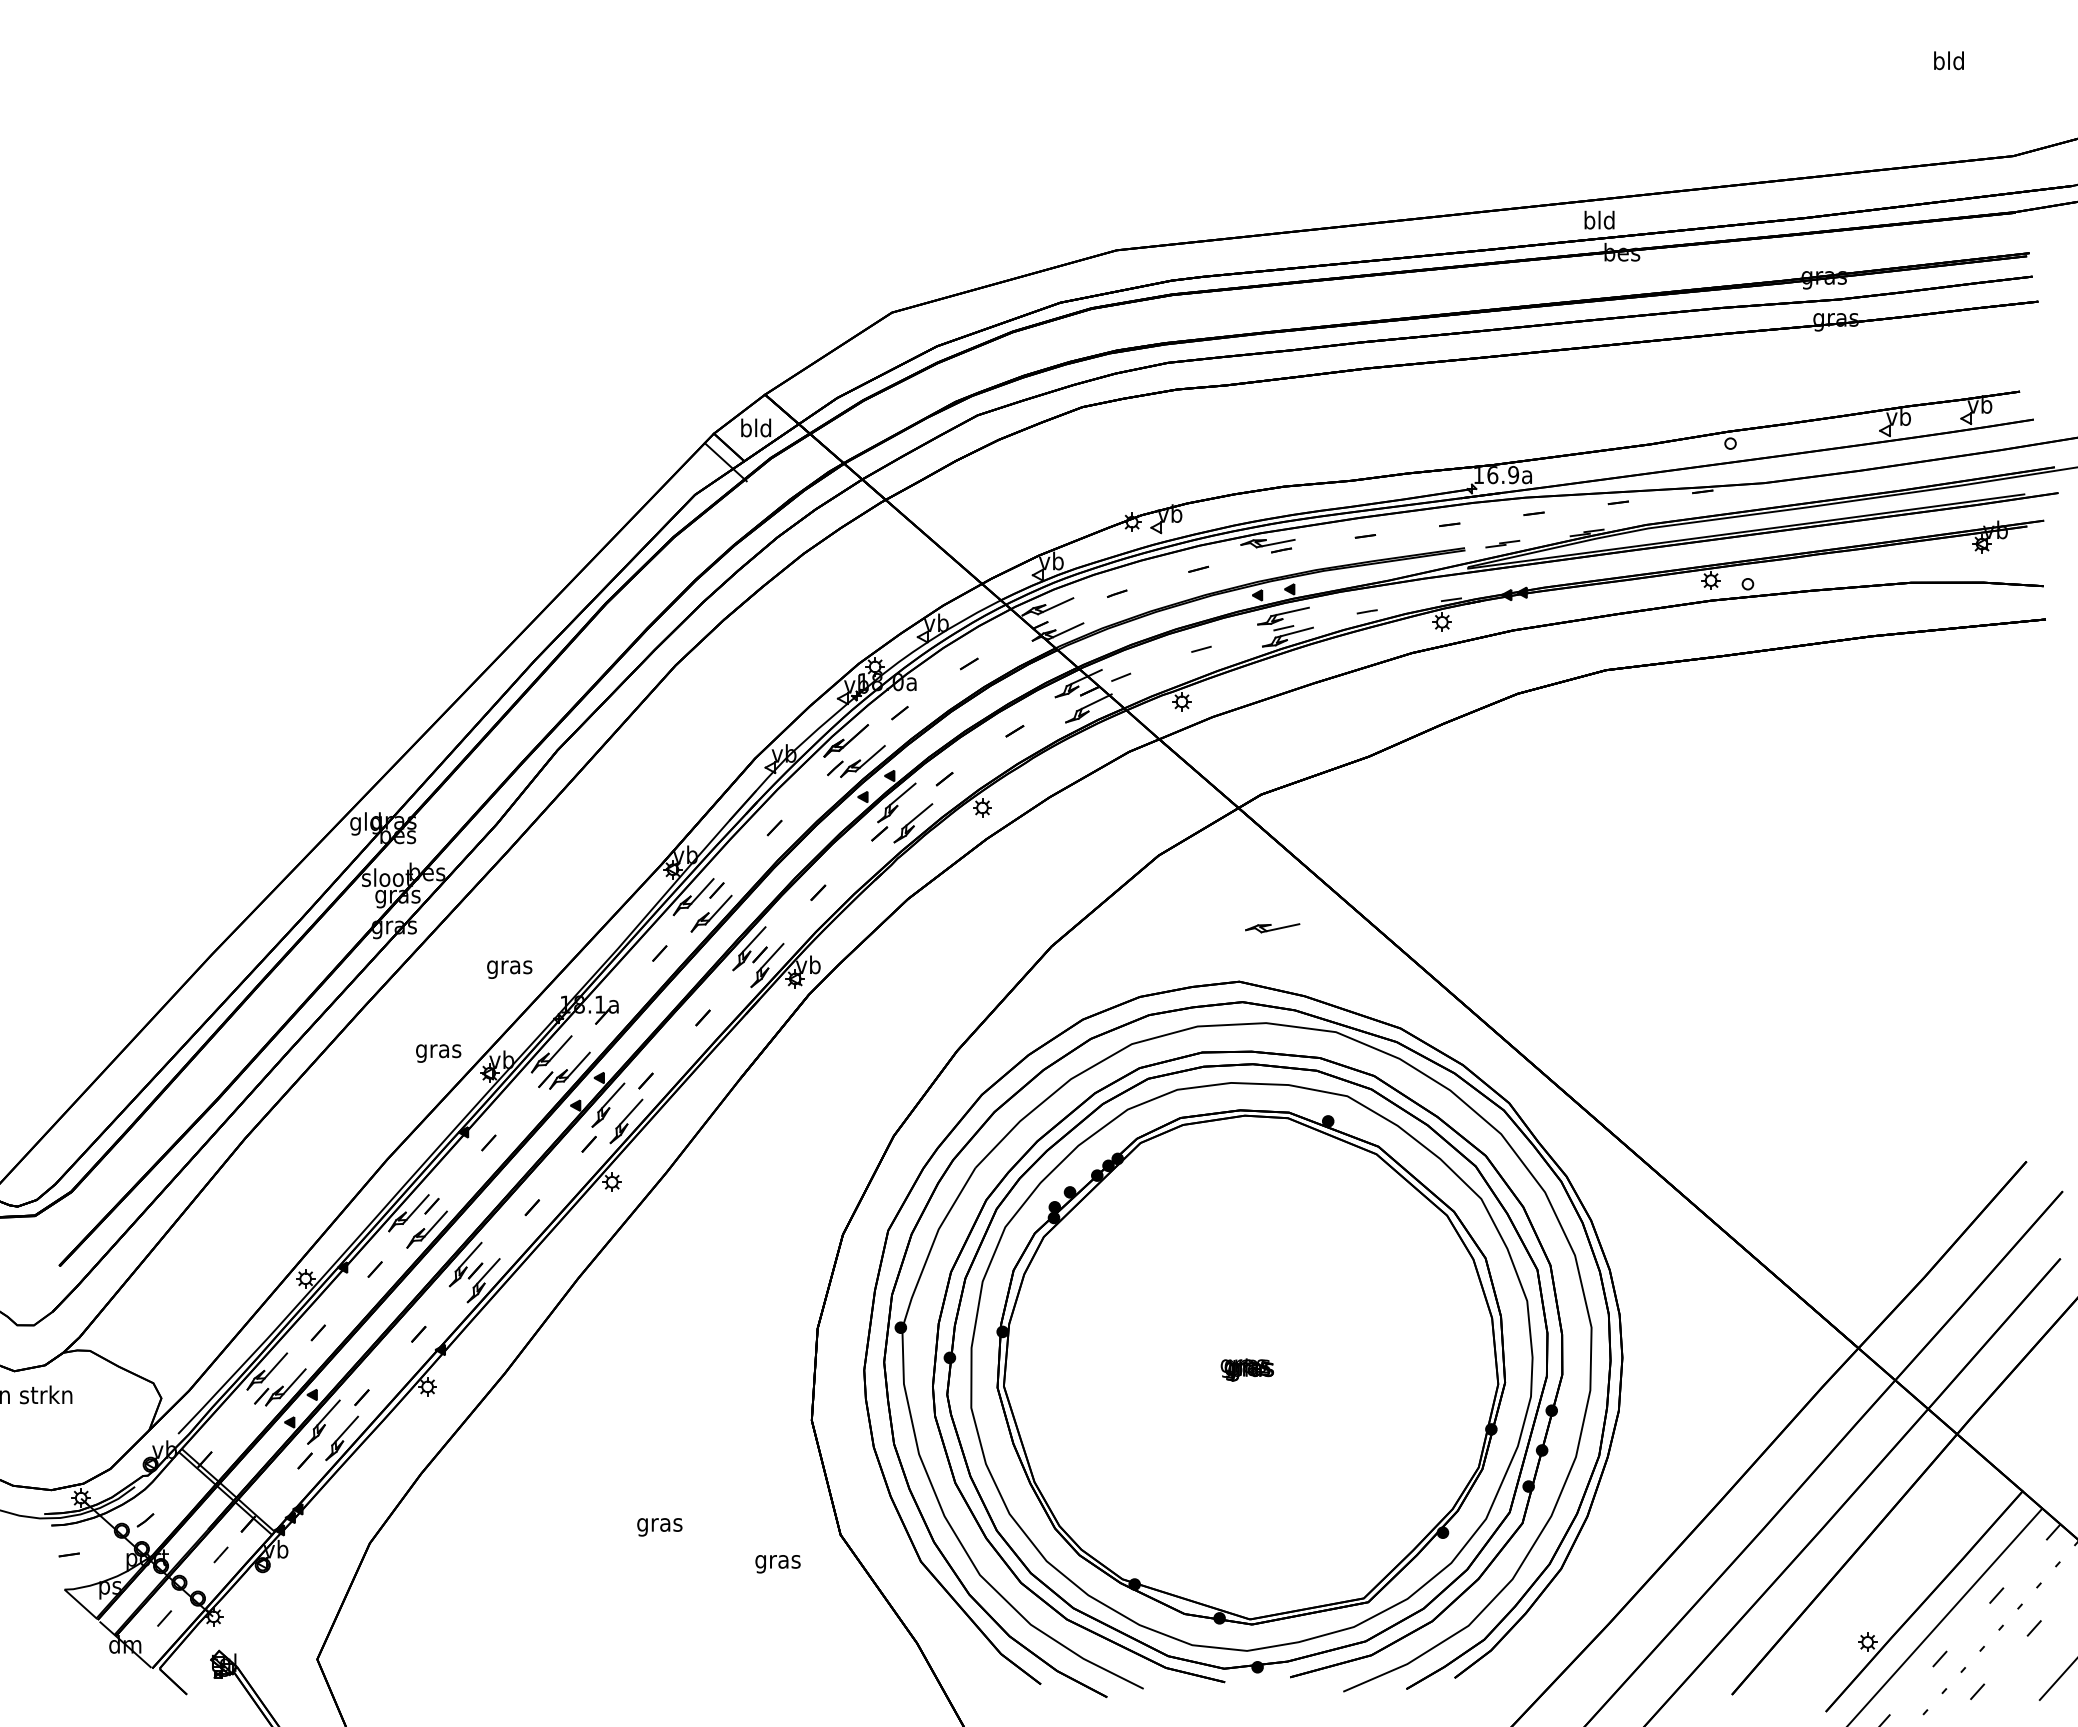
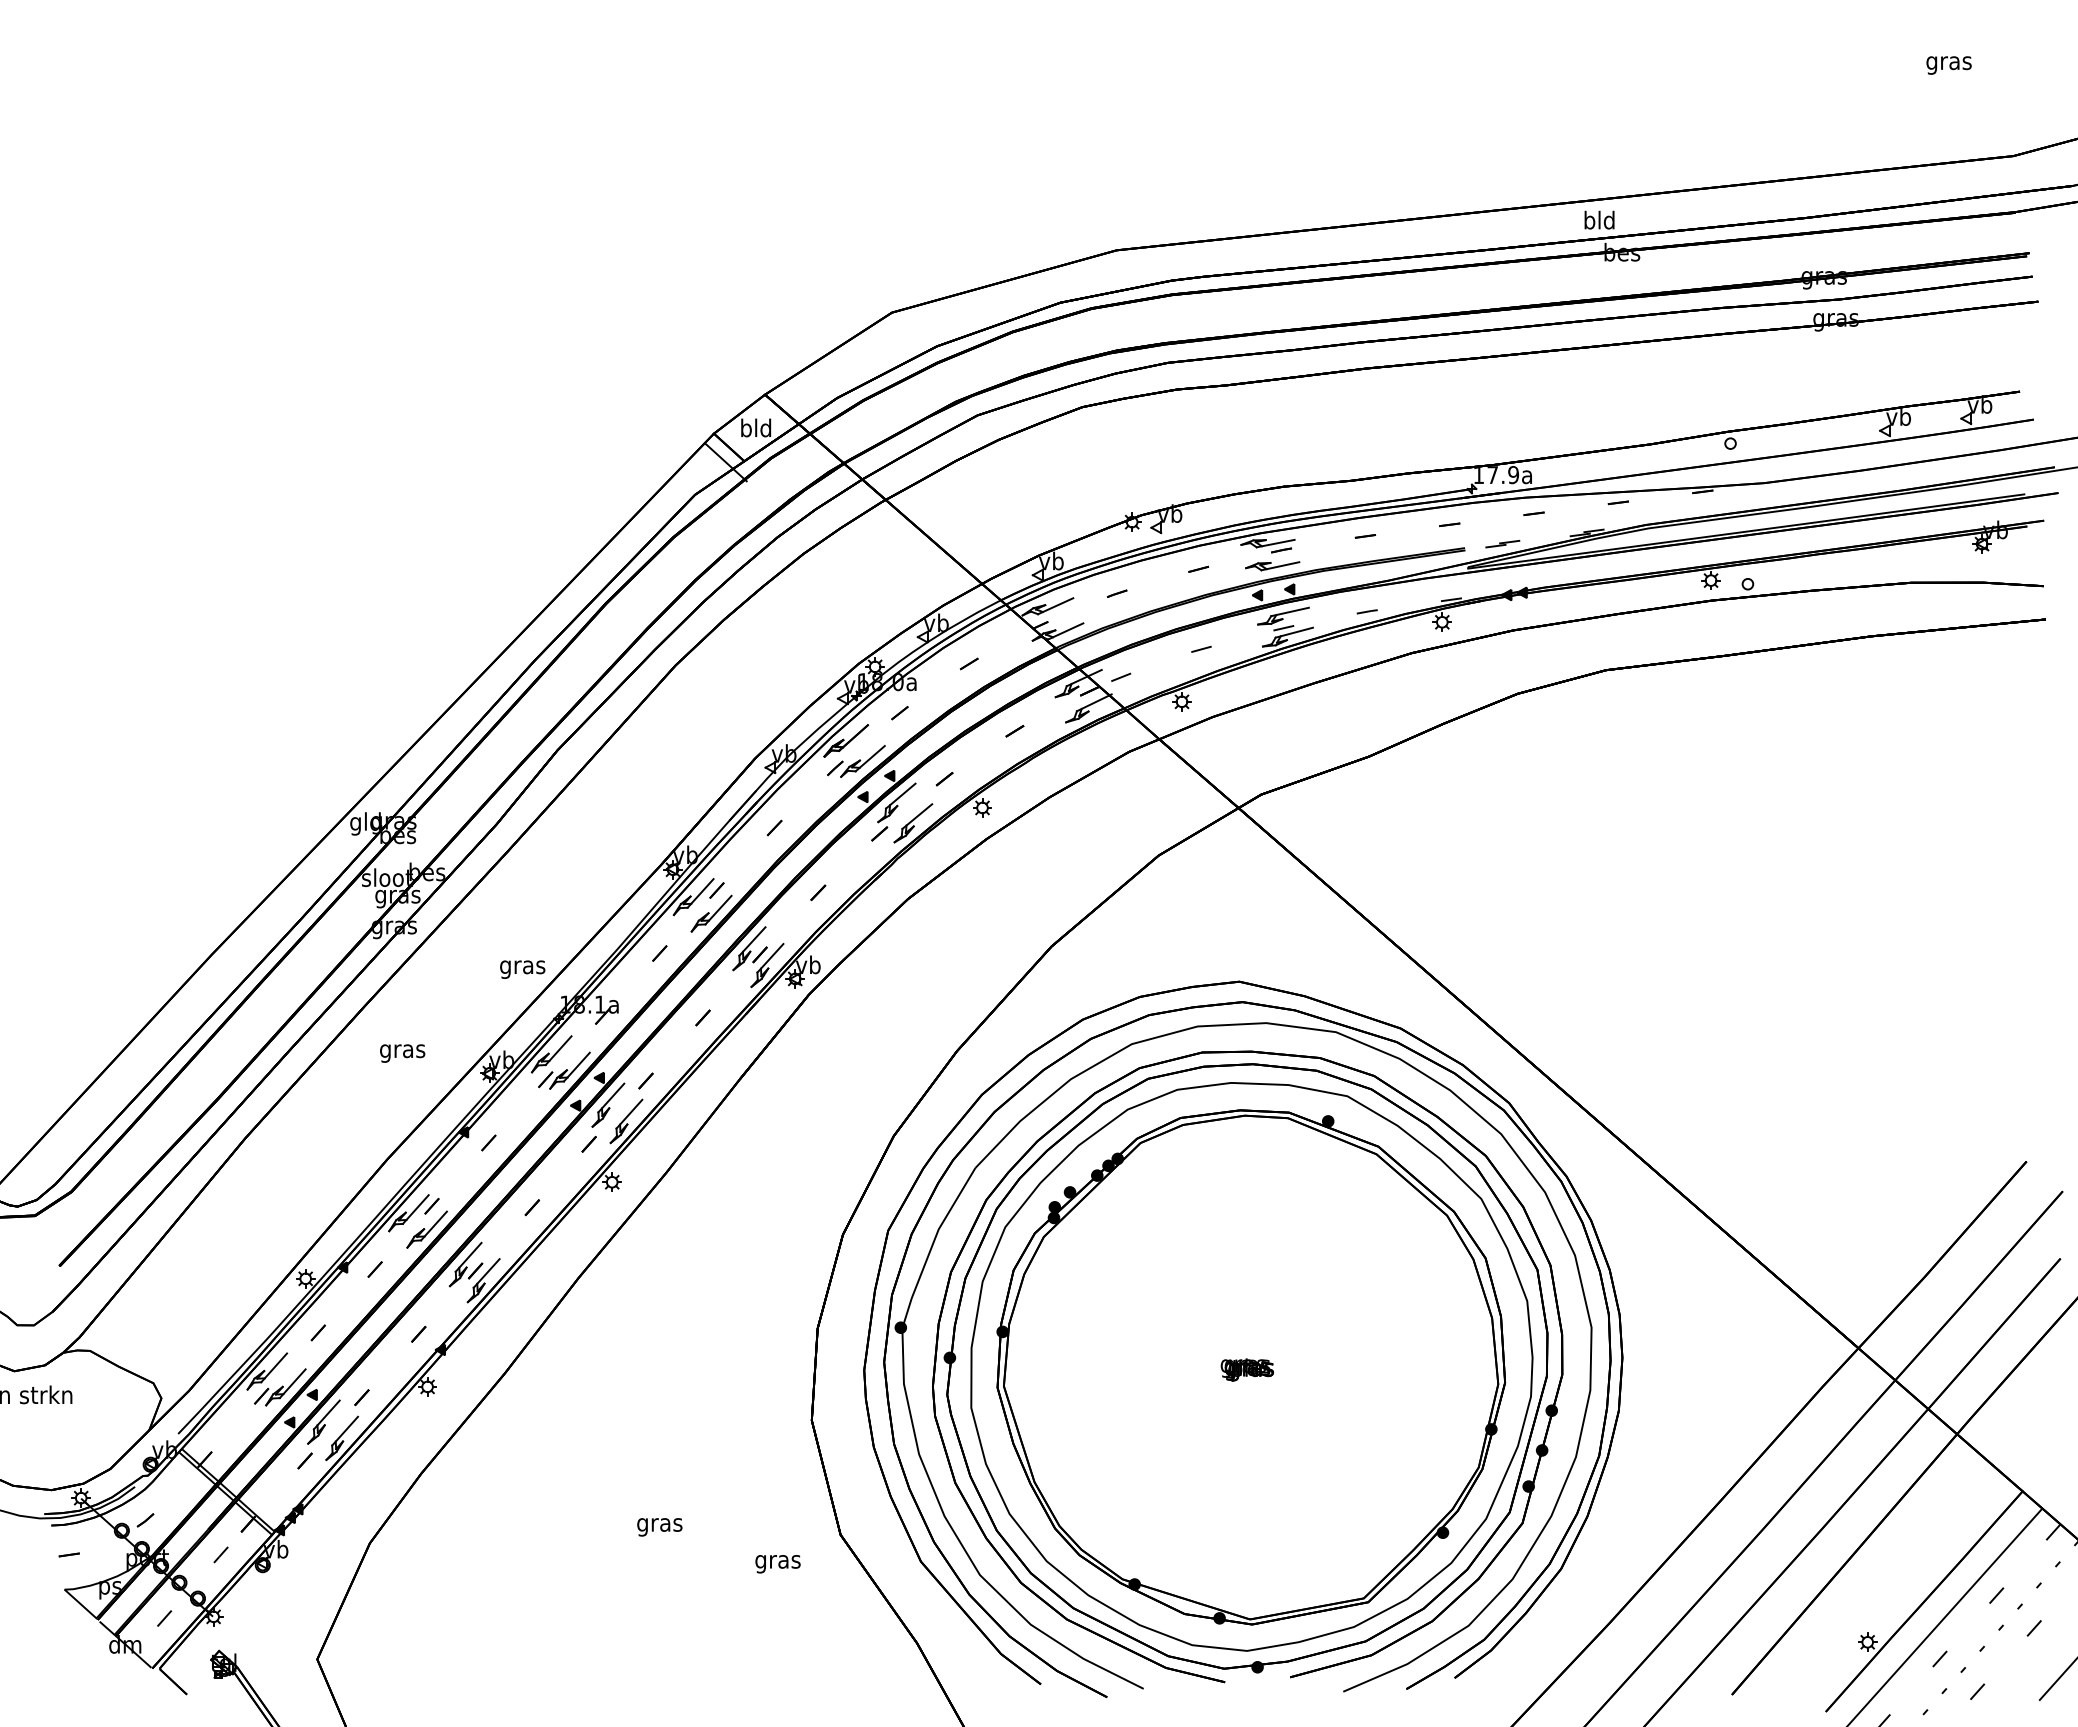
text at (1948, 62): bld -> gras
text at (1492, 475): 16.9a -> 17.9a
part at (1272, 928) position: (1272, 928) -> (1272, 566)
text at (509, 969) position: (509, 969) -> (522, 969)
text at (438, 1053) position: (438, 1053) -> (402, 1053)
